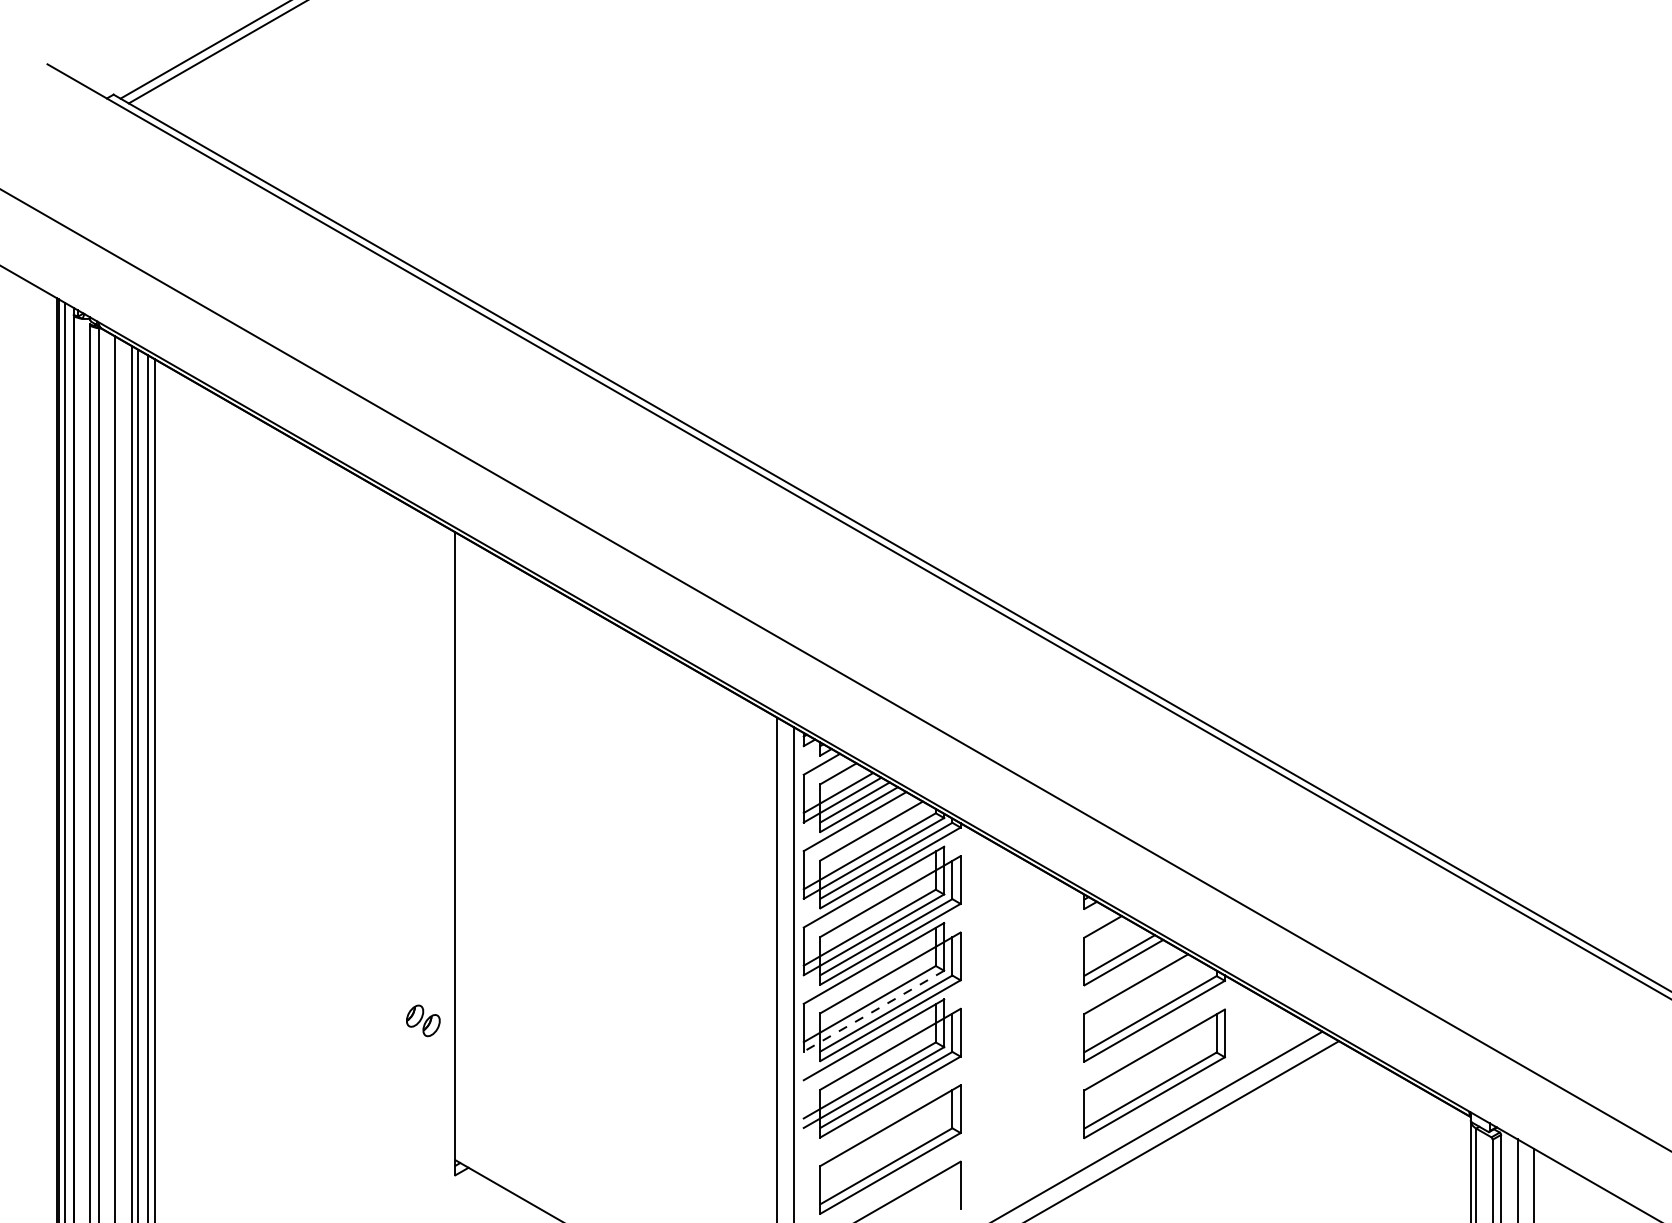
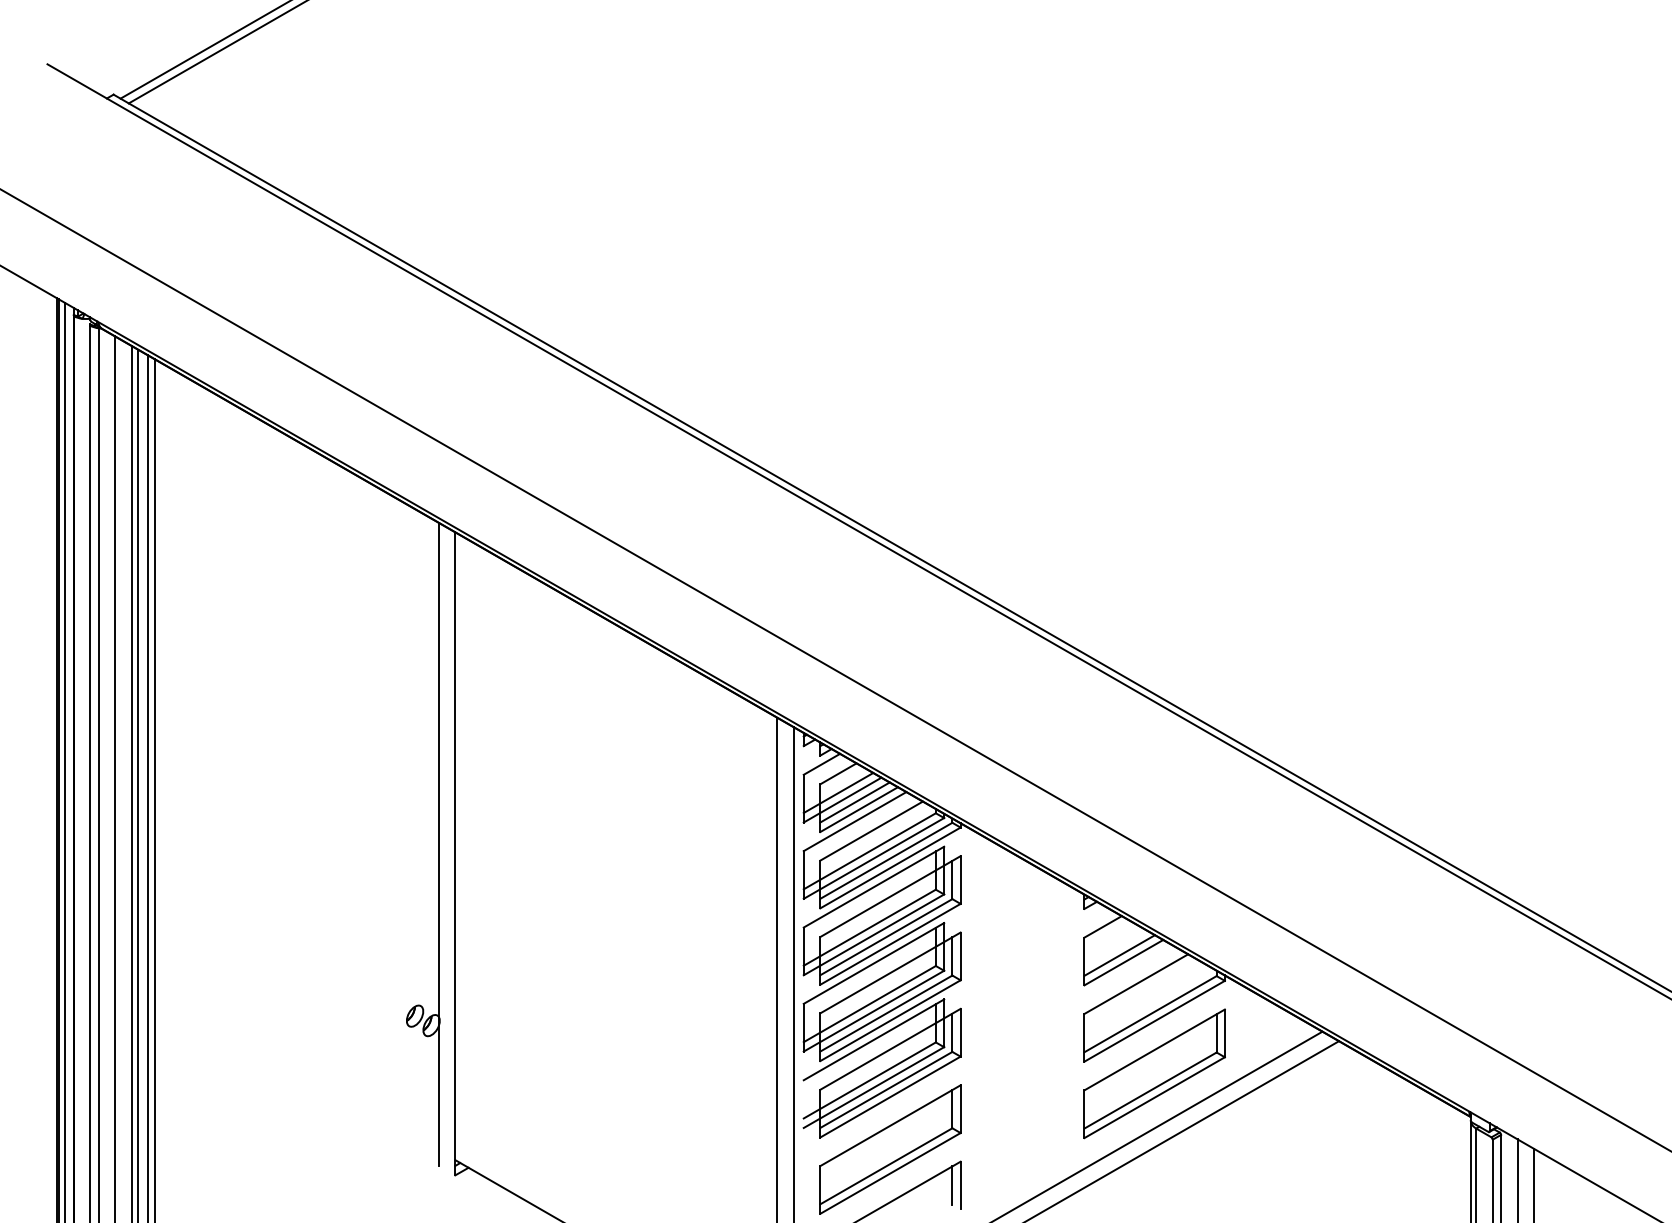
line at (438, 843): none -> present
line at (873, 1011): dashed -> solid
line at (952, 1185): none -> present
